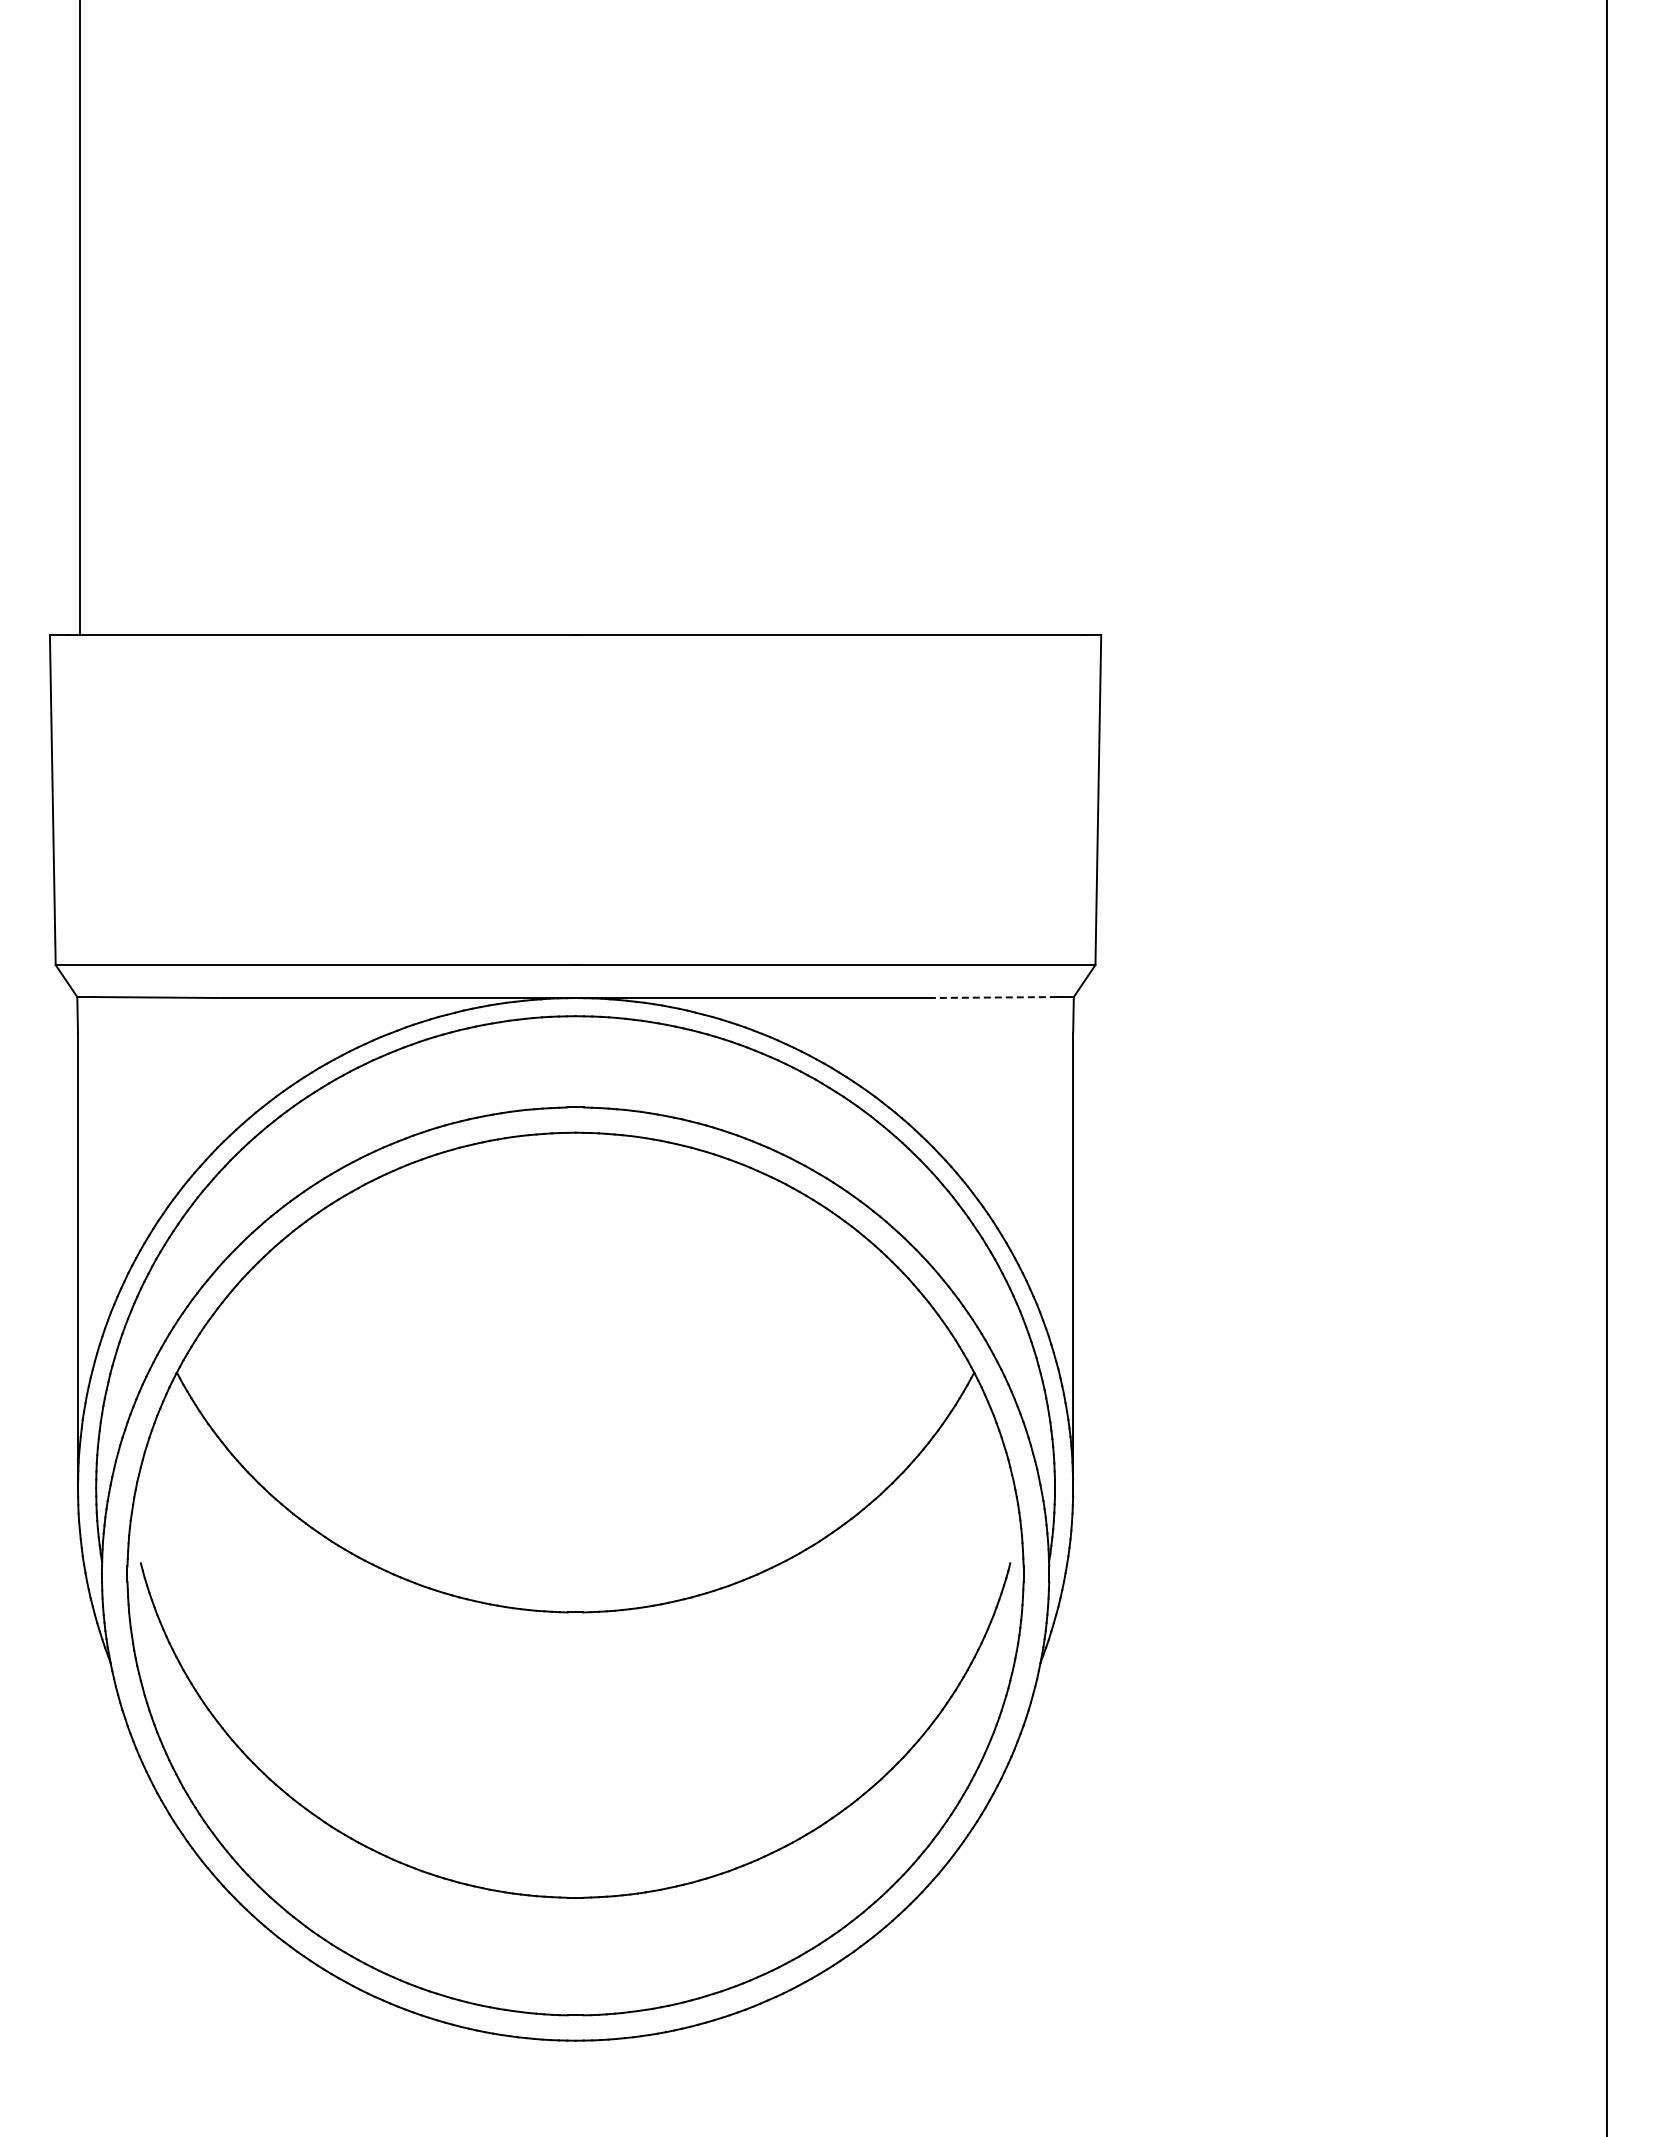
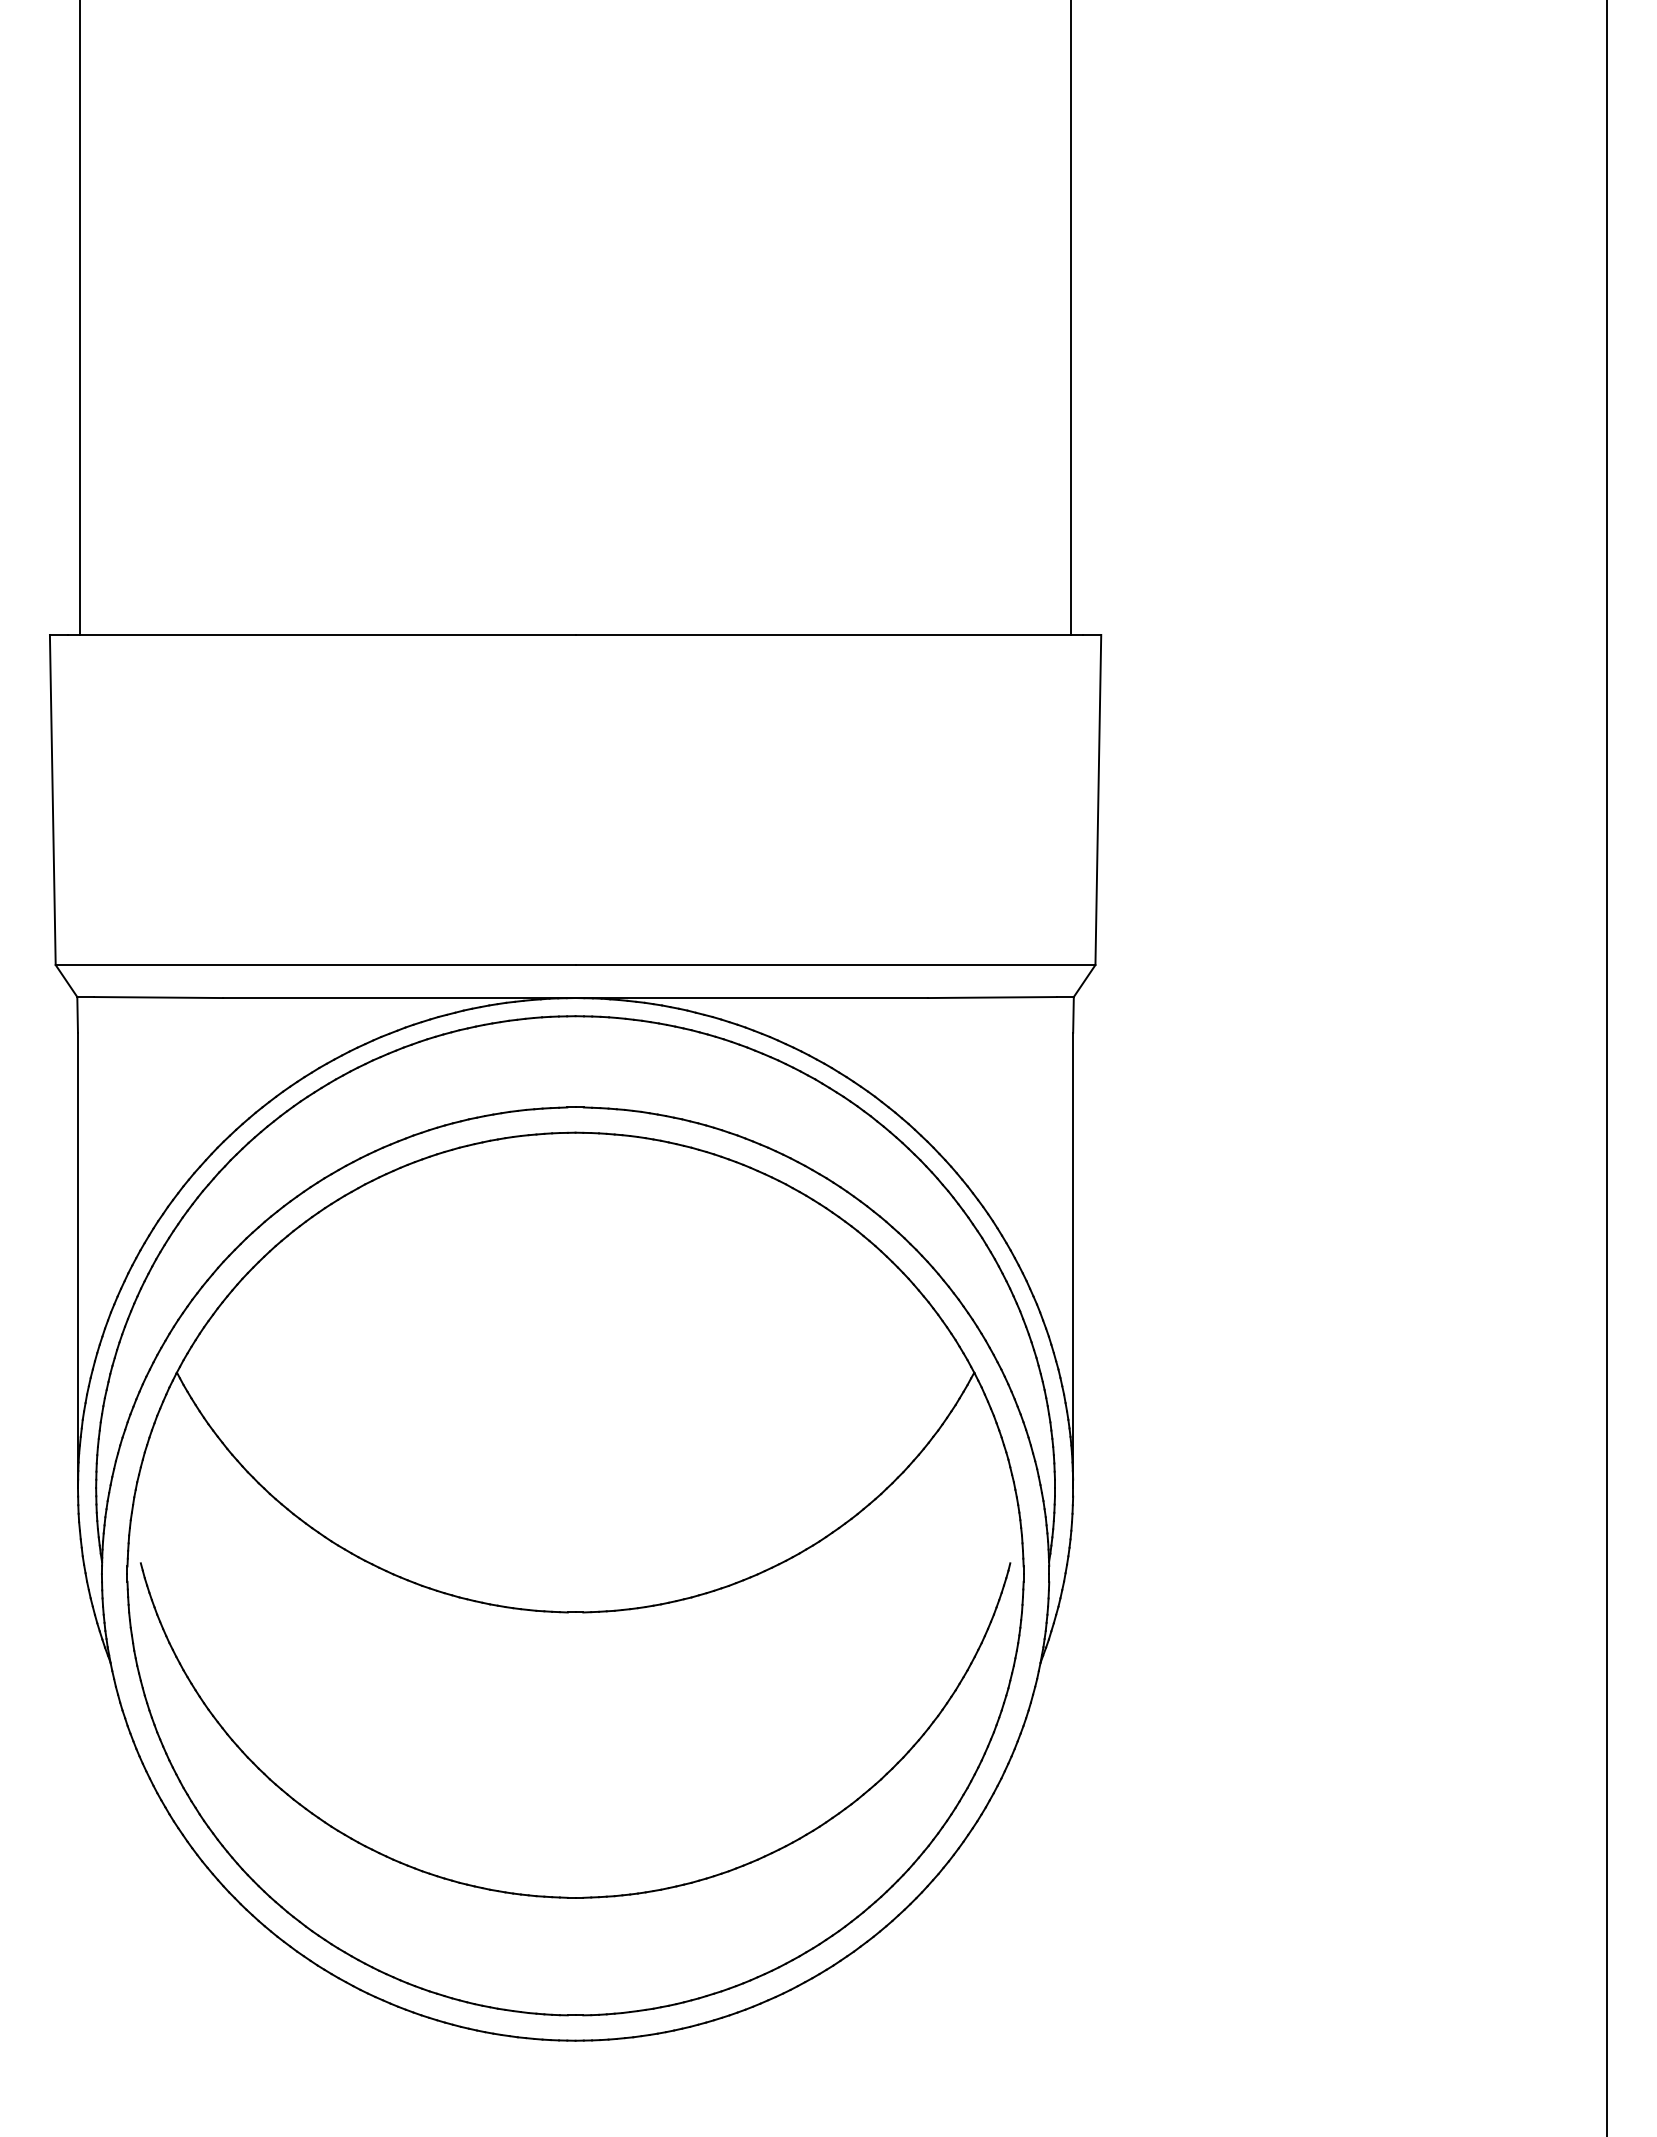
line at (1070, 318): none -> present
line at (991, 997): dashed -> solid
